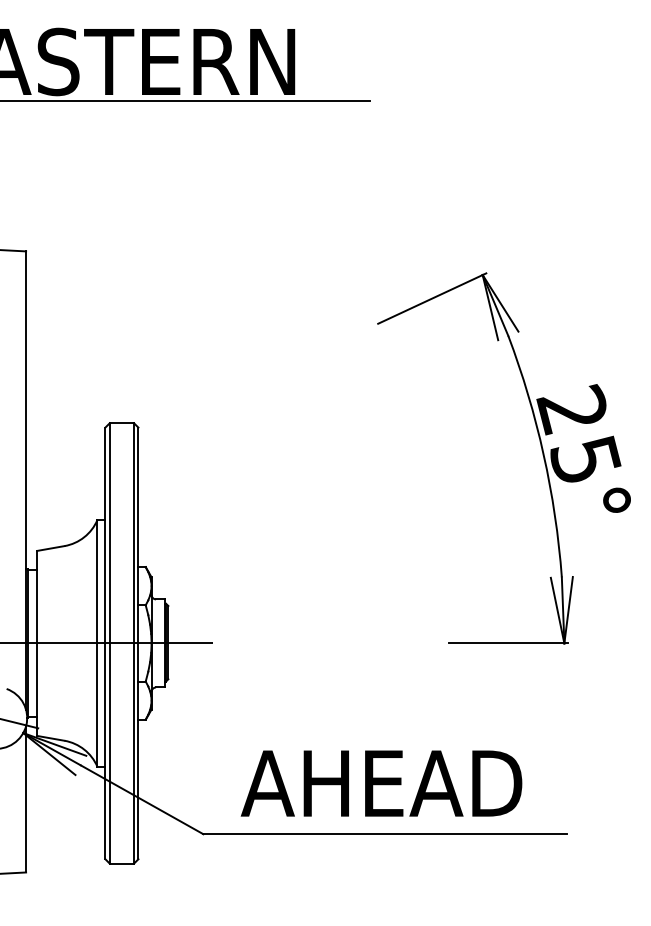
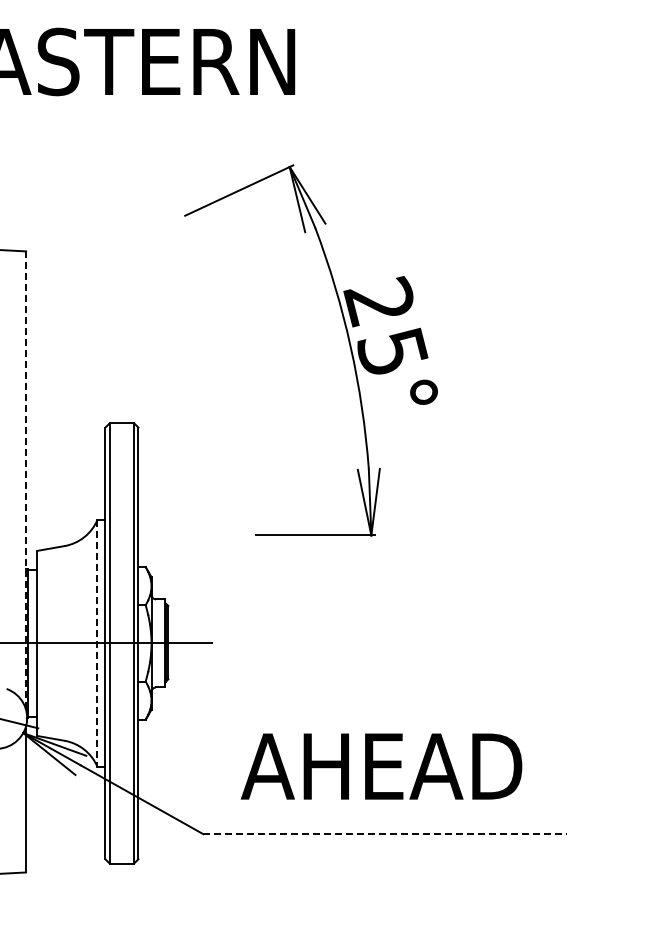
line at (186, 100): present -> none
part at (541, 450) position: (541, 450) -> (348, 342)
line at (26, 481): solid -> dashed
line at (97, 643): solid -> dashed
text at (381, 783) position: (381, 783) -> (381, 766)
line at (385, 834): solid -> dashed
